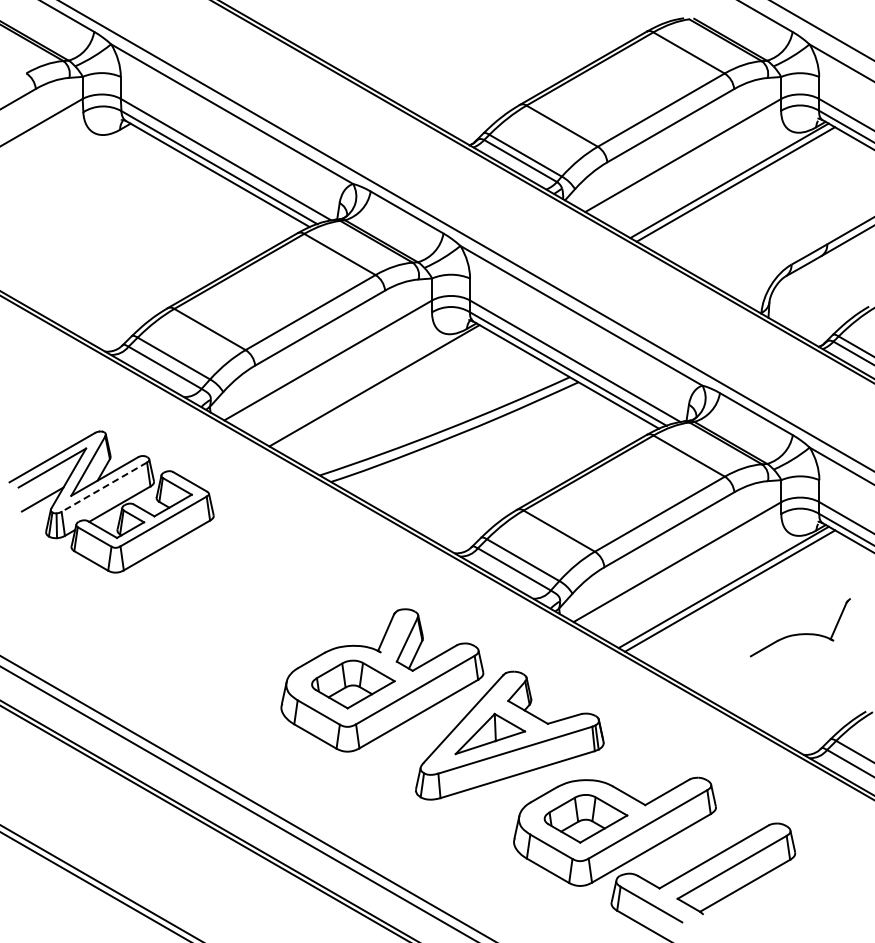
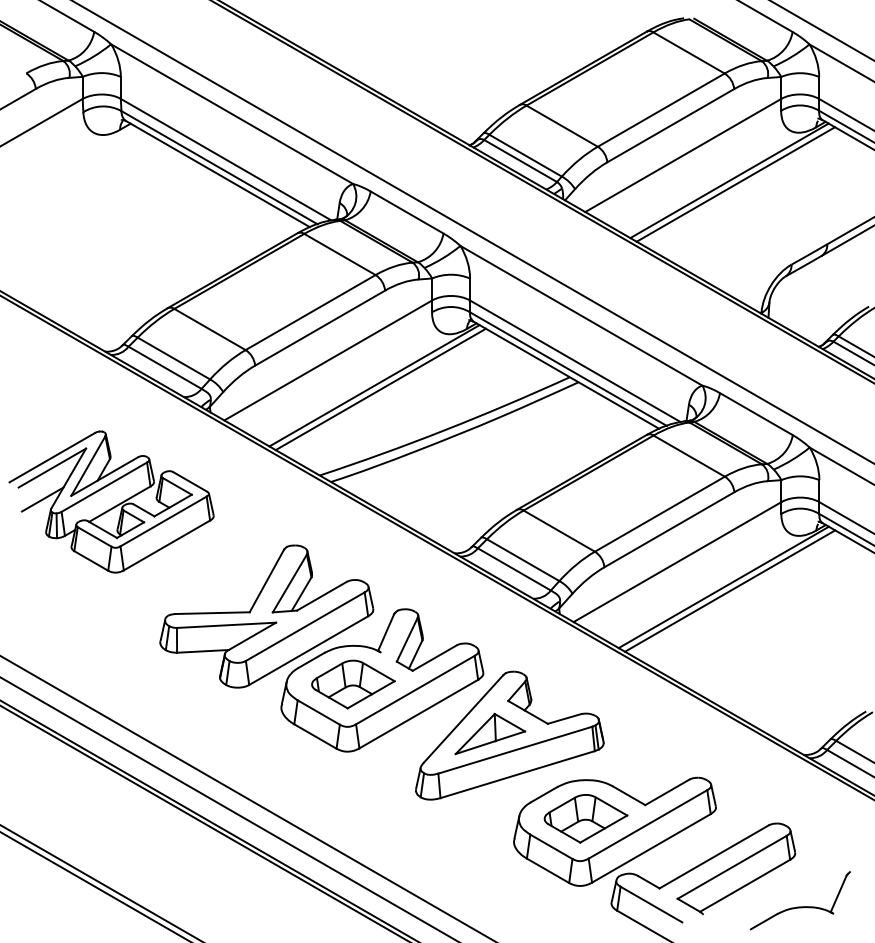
line at (466, 236) position: (466, 236) -> (473, 232)
line at (380, 389): none -> present
line at (103, 487): dashed -> solid
part at (266, 616): none -> present
part at (800, 627) position: (800, 627) -> (800, 900)
line at (237, 803) position: (237, 803) -> (228, 808)
